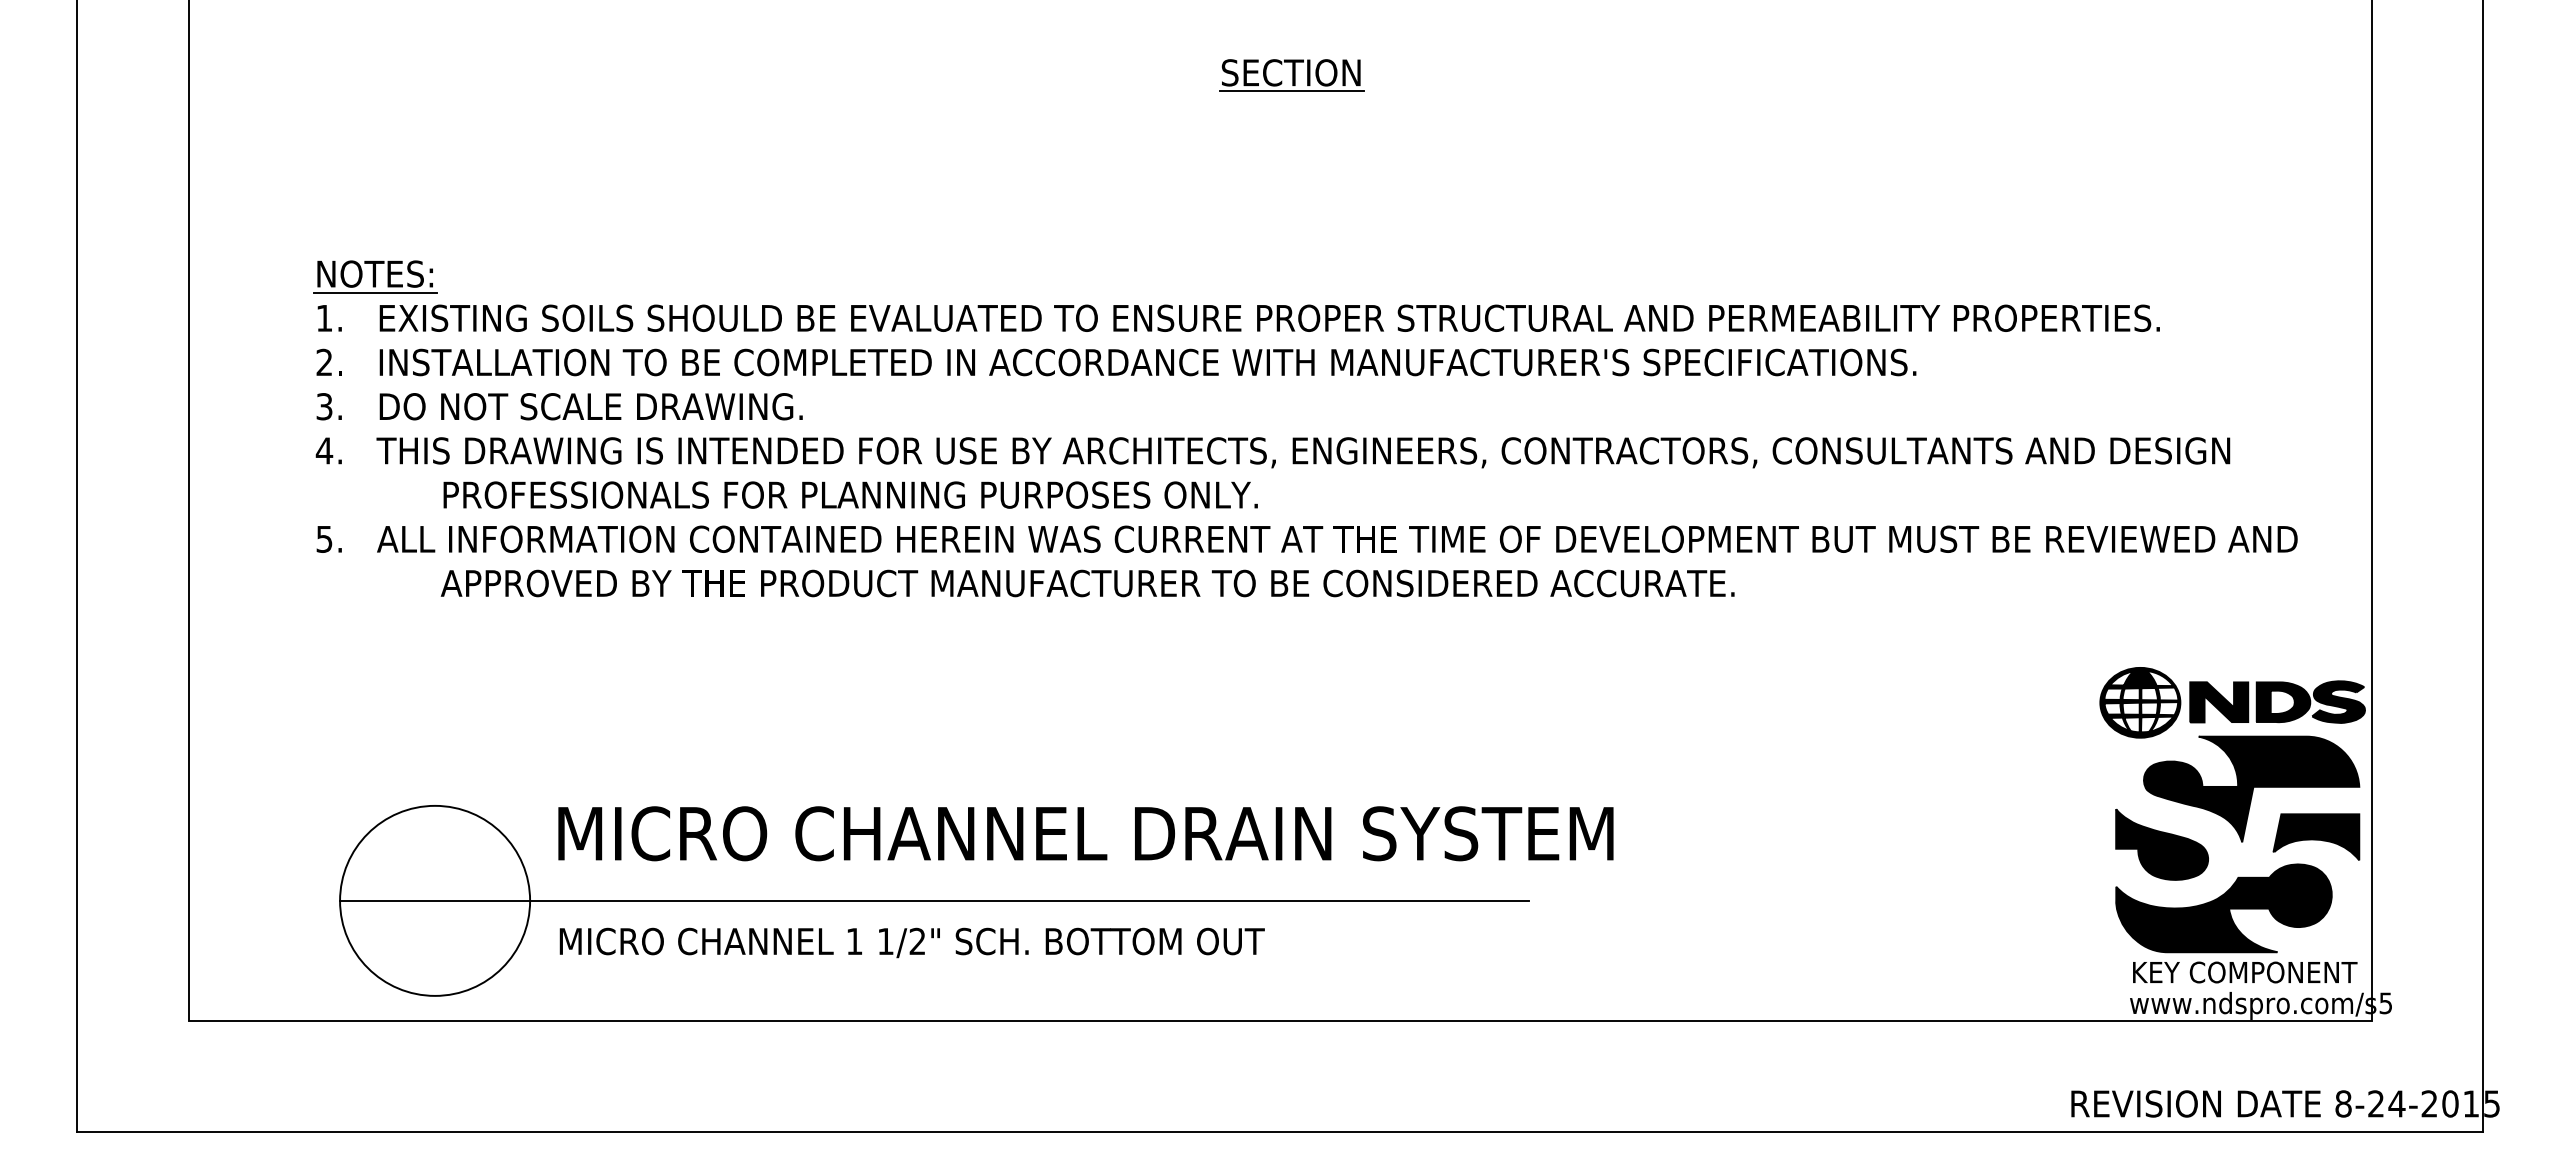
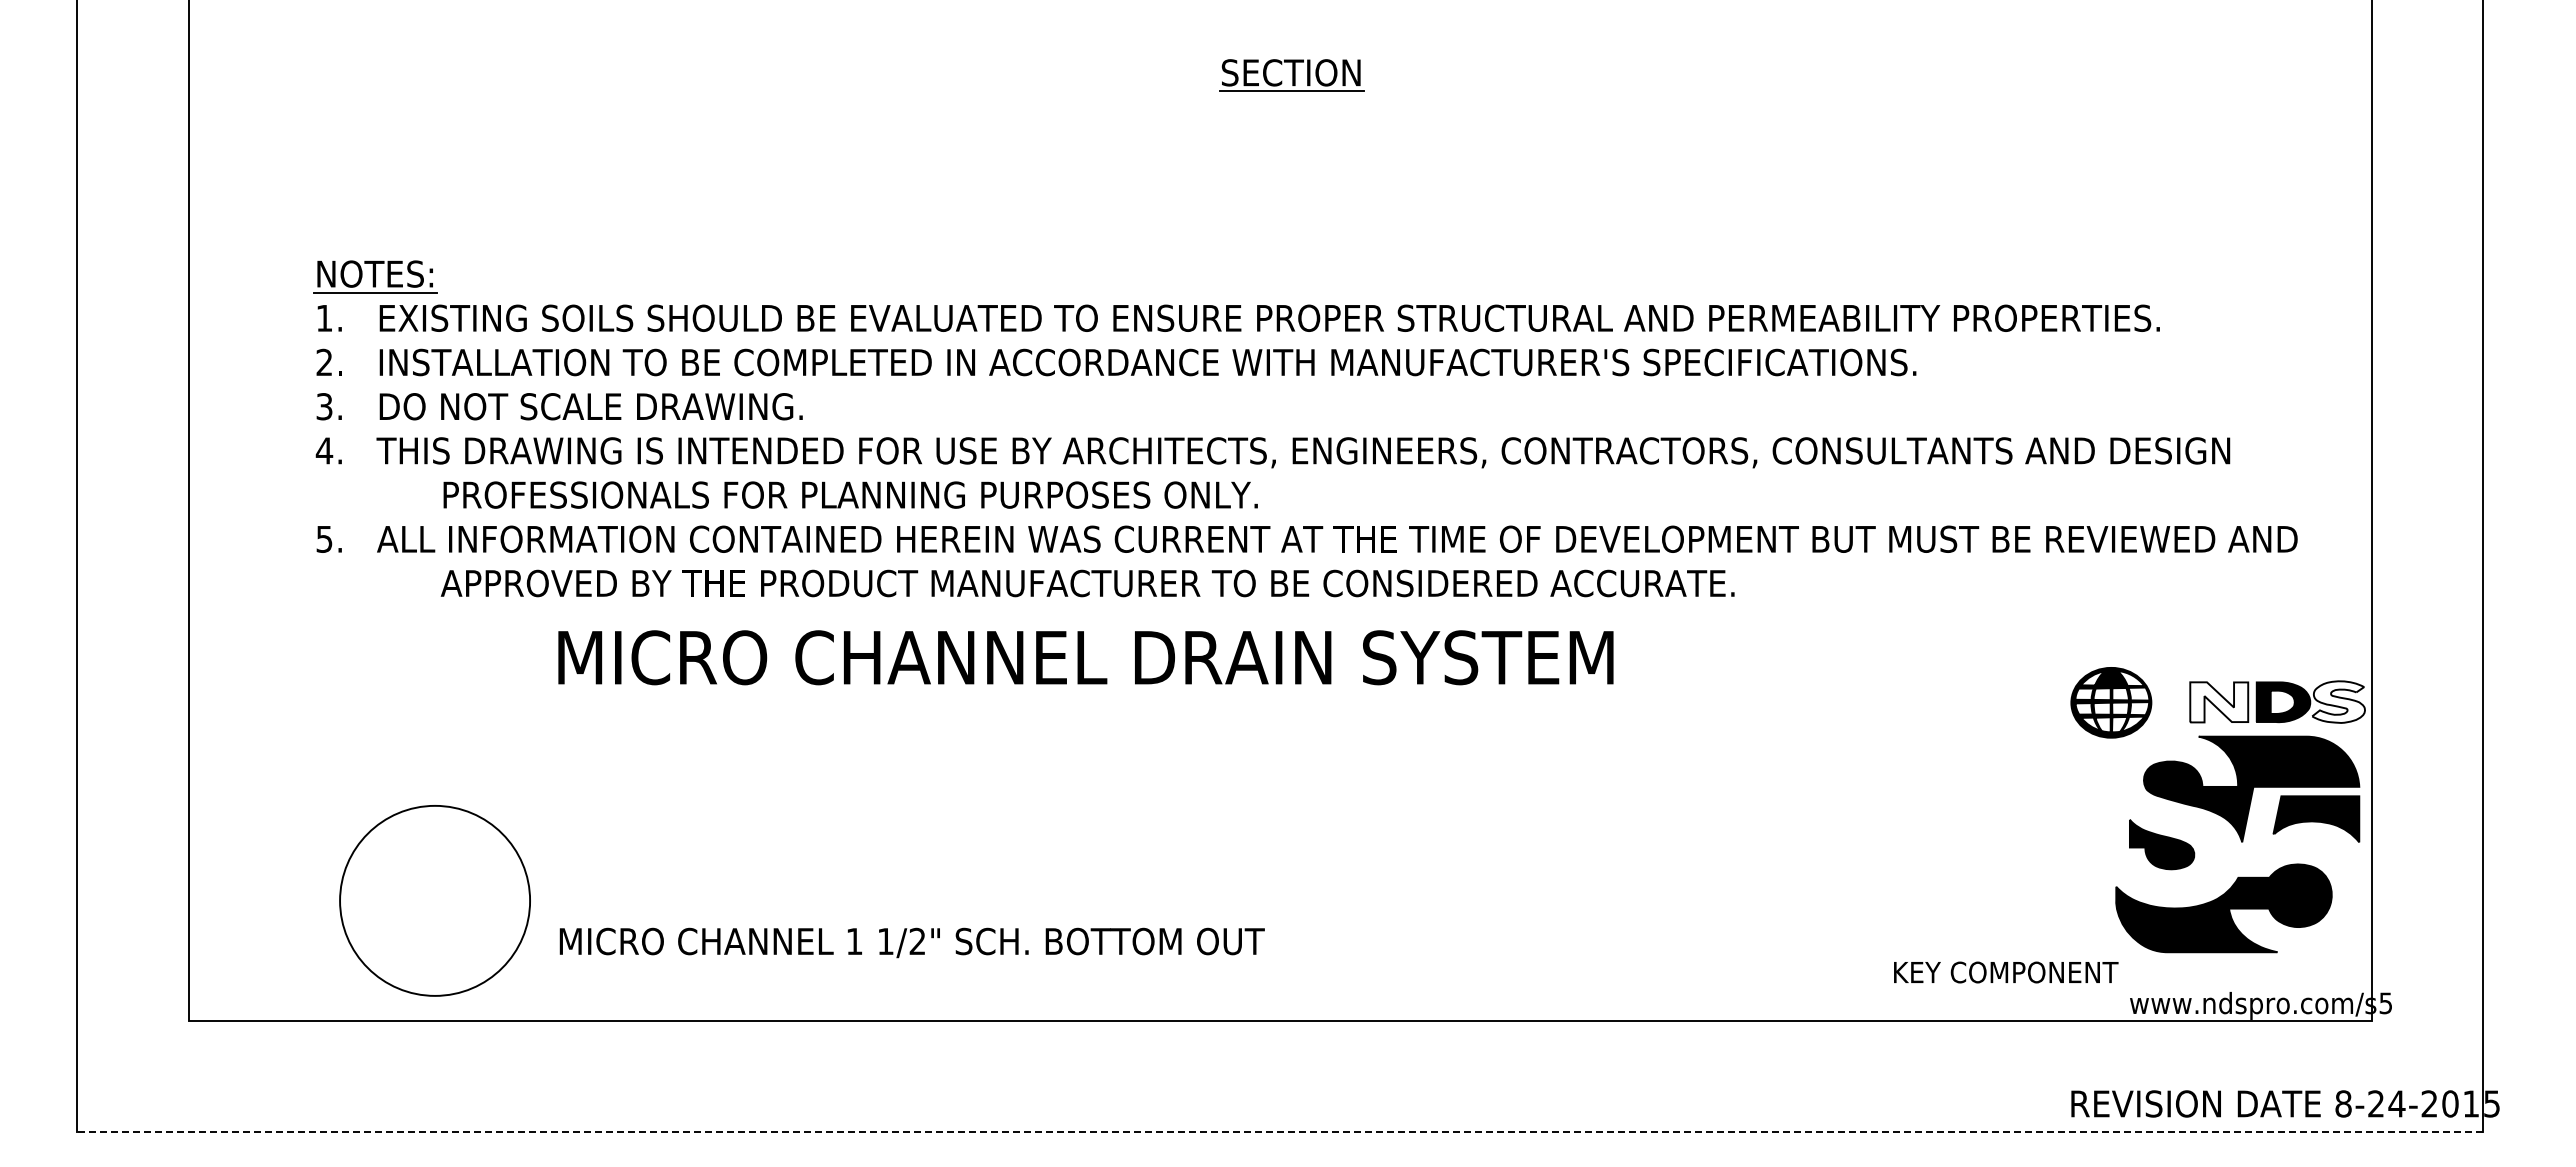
fill at (2338, 701): present -> none
part at (2140, 702) position: (2140, 702) -> (2111, 702)
fill at (2219, 702): present -> none
text at (1085, 833) position: (1085, 833) -> (1085, 657)
part at (2316, 836) position: (2316, 836) -> (2316, 818)
part at (2161, 844) size: 94x73 px -> 67x52 px
line at (934, 900): present -> none
text at (2245, 972) position: (2245, 972) -> (2006, 972)
line at (1279, 1132): solid -> dashed
